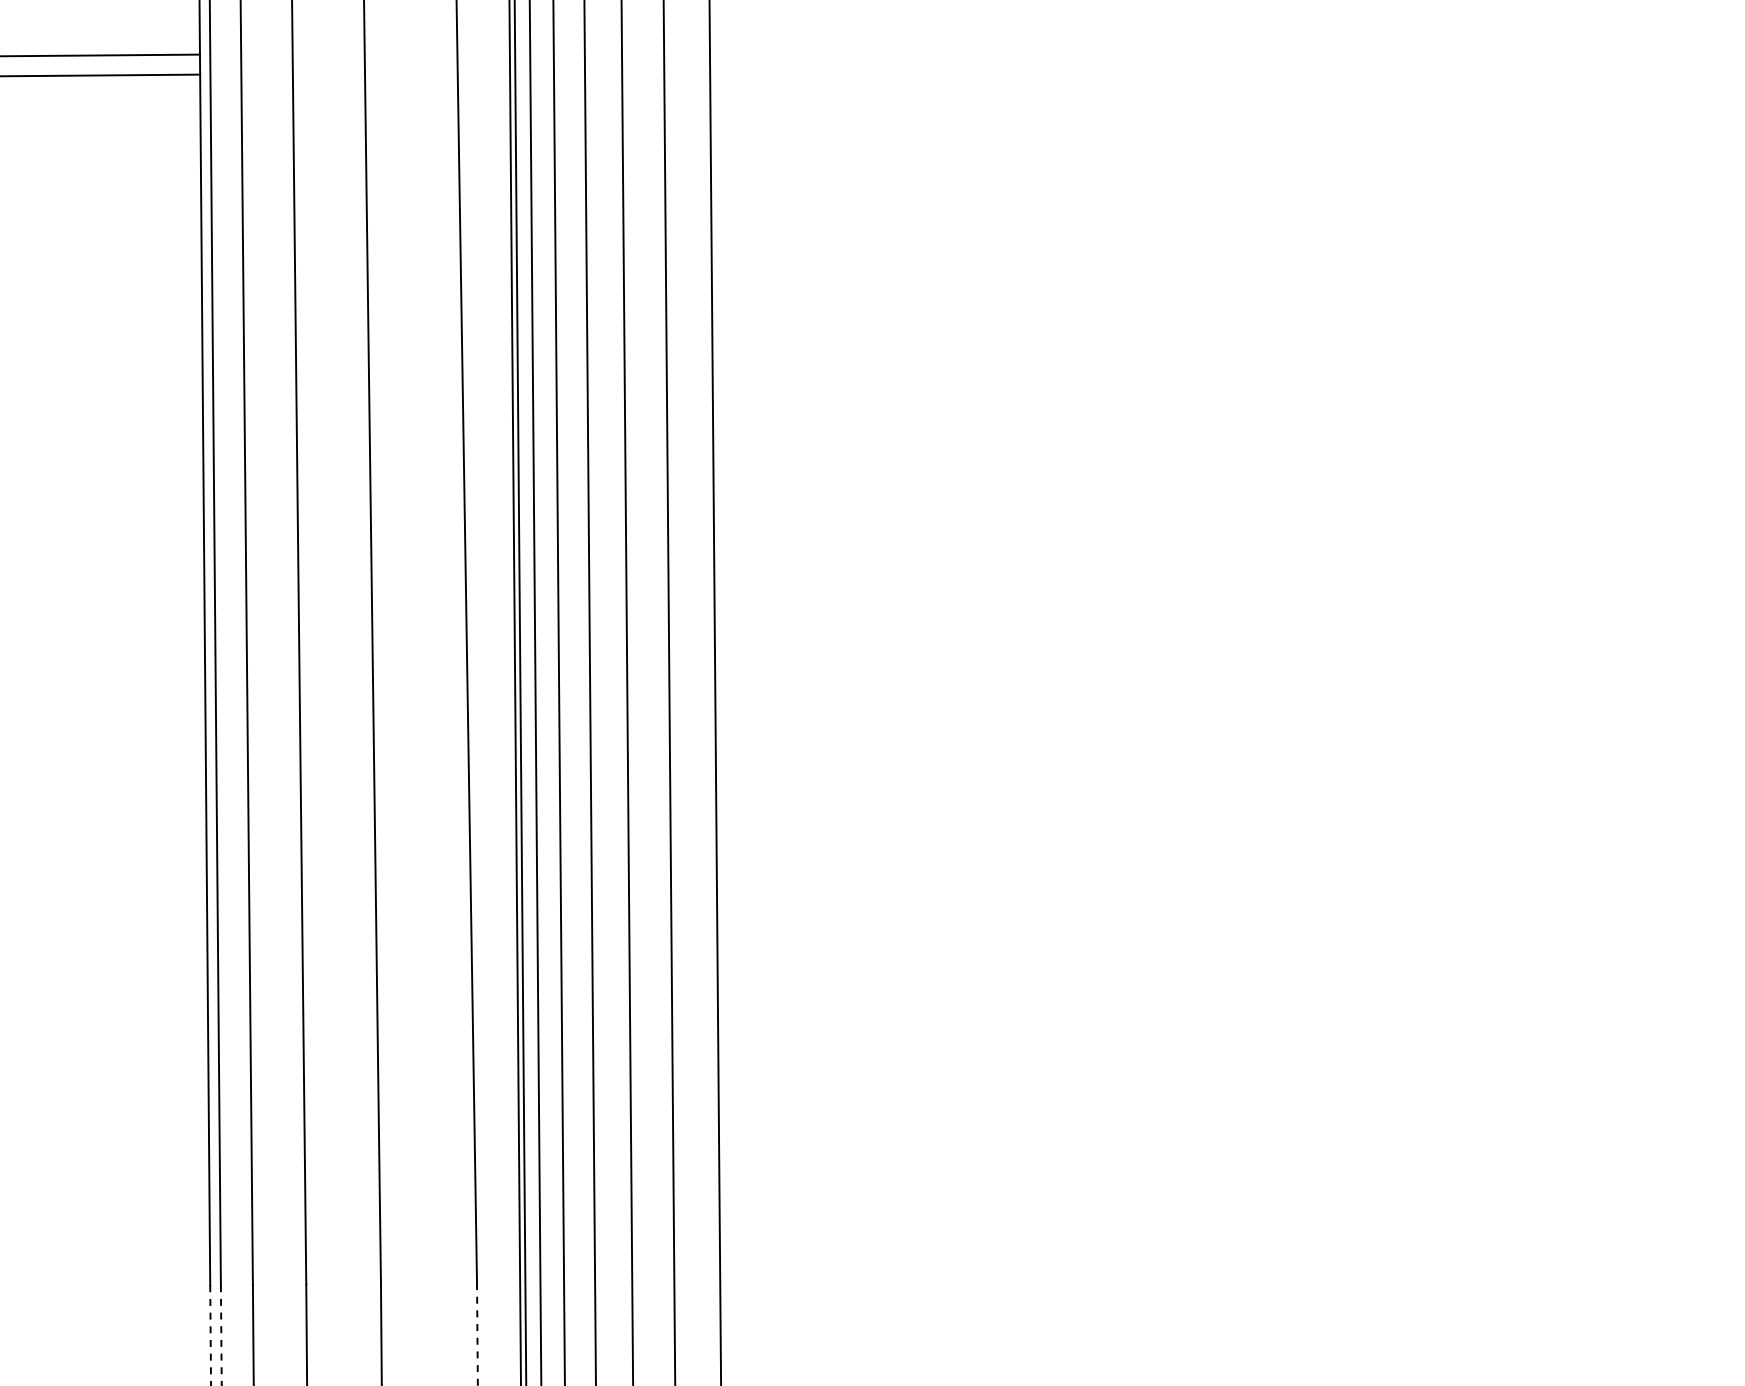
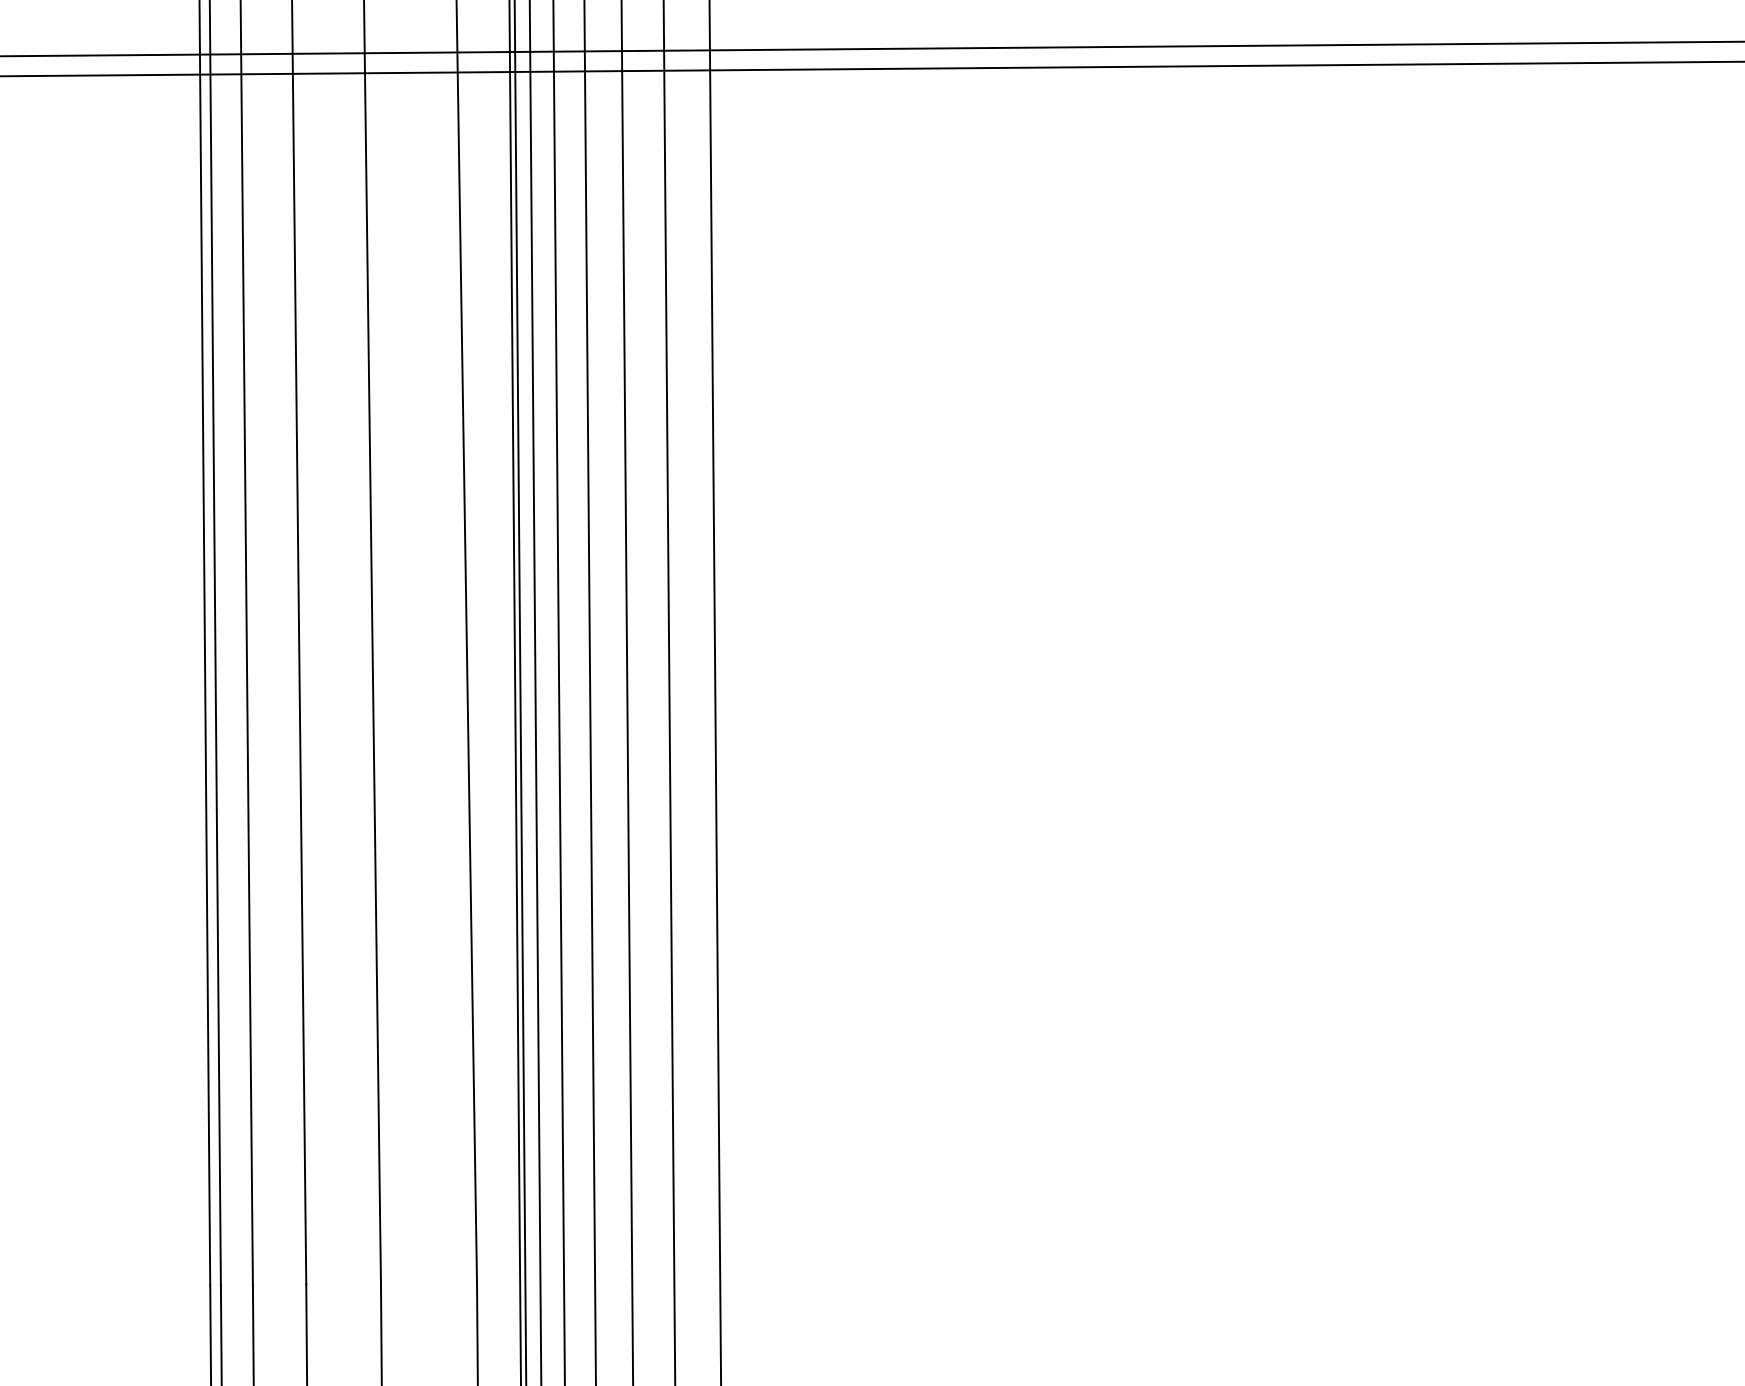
line at (970, 47): none -> present
line at (970, 67): none -> present
line at (477, 1334): dashed -> solid
line at (210, 1335): dashed -> solid
line at (221, 1335): dashed -> solid
